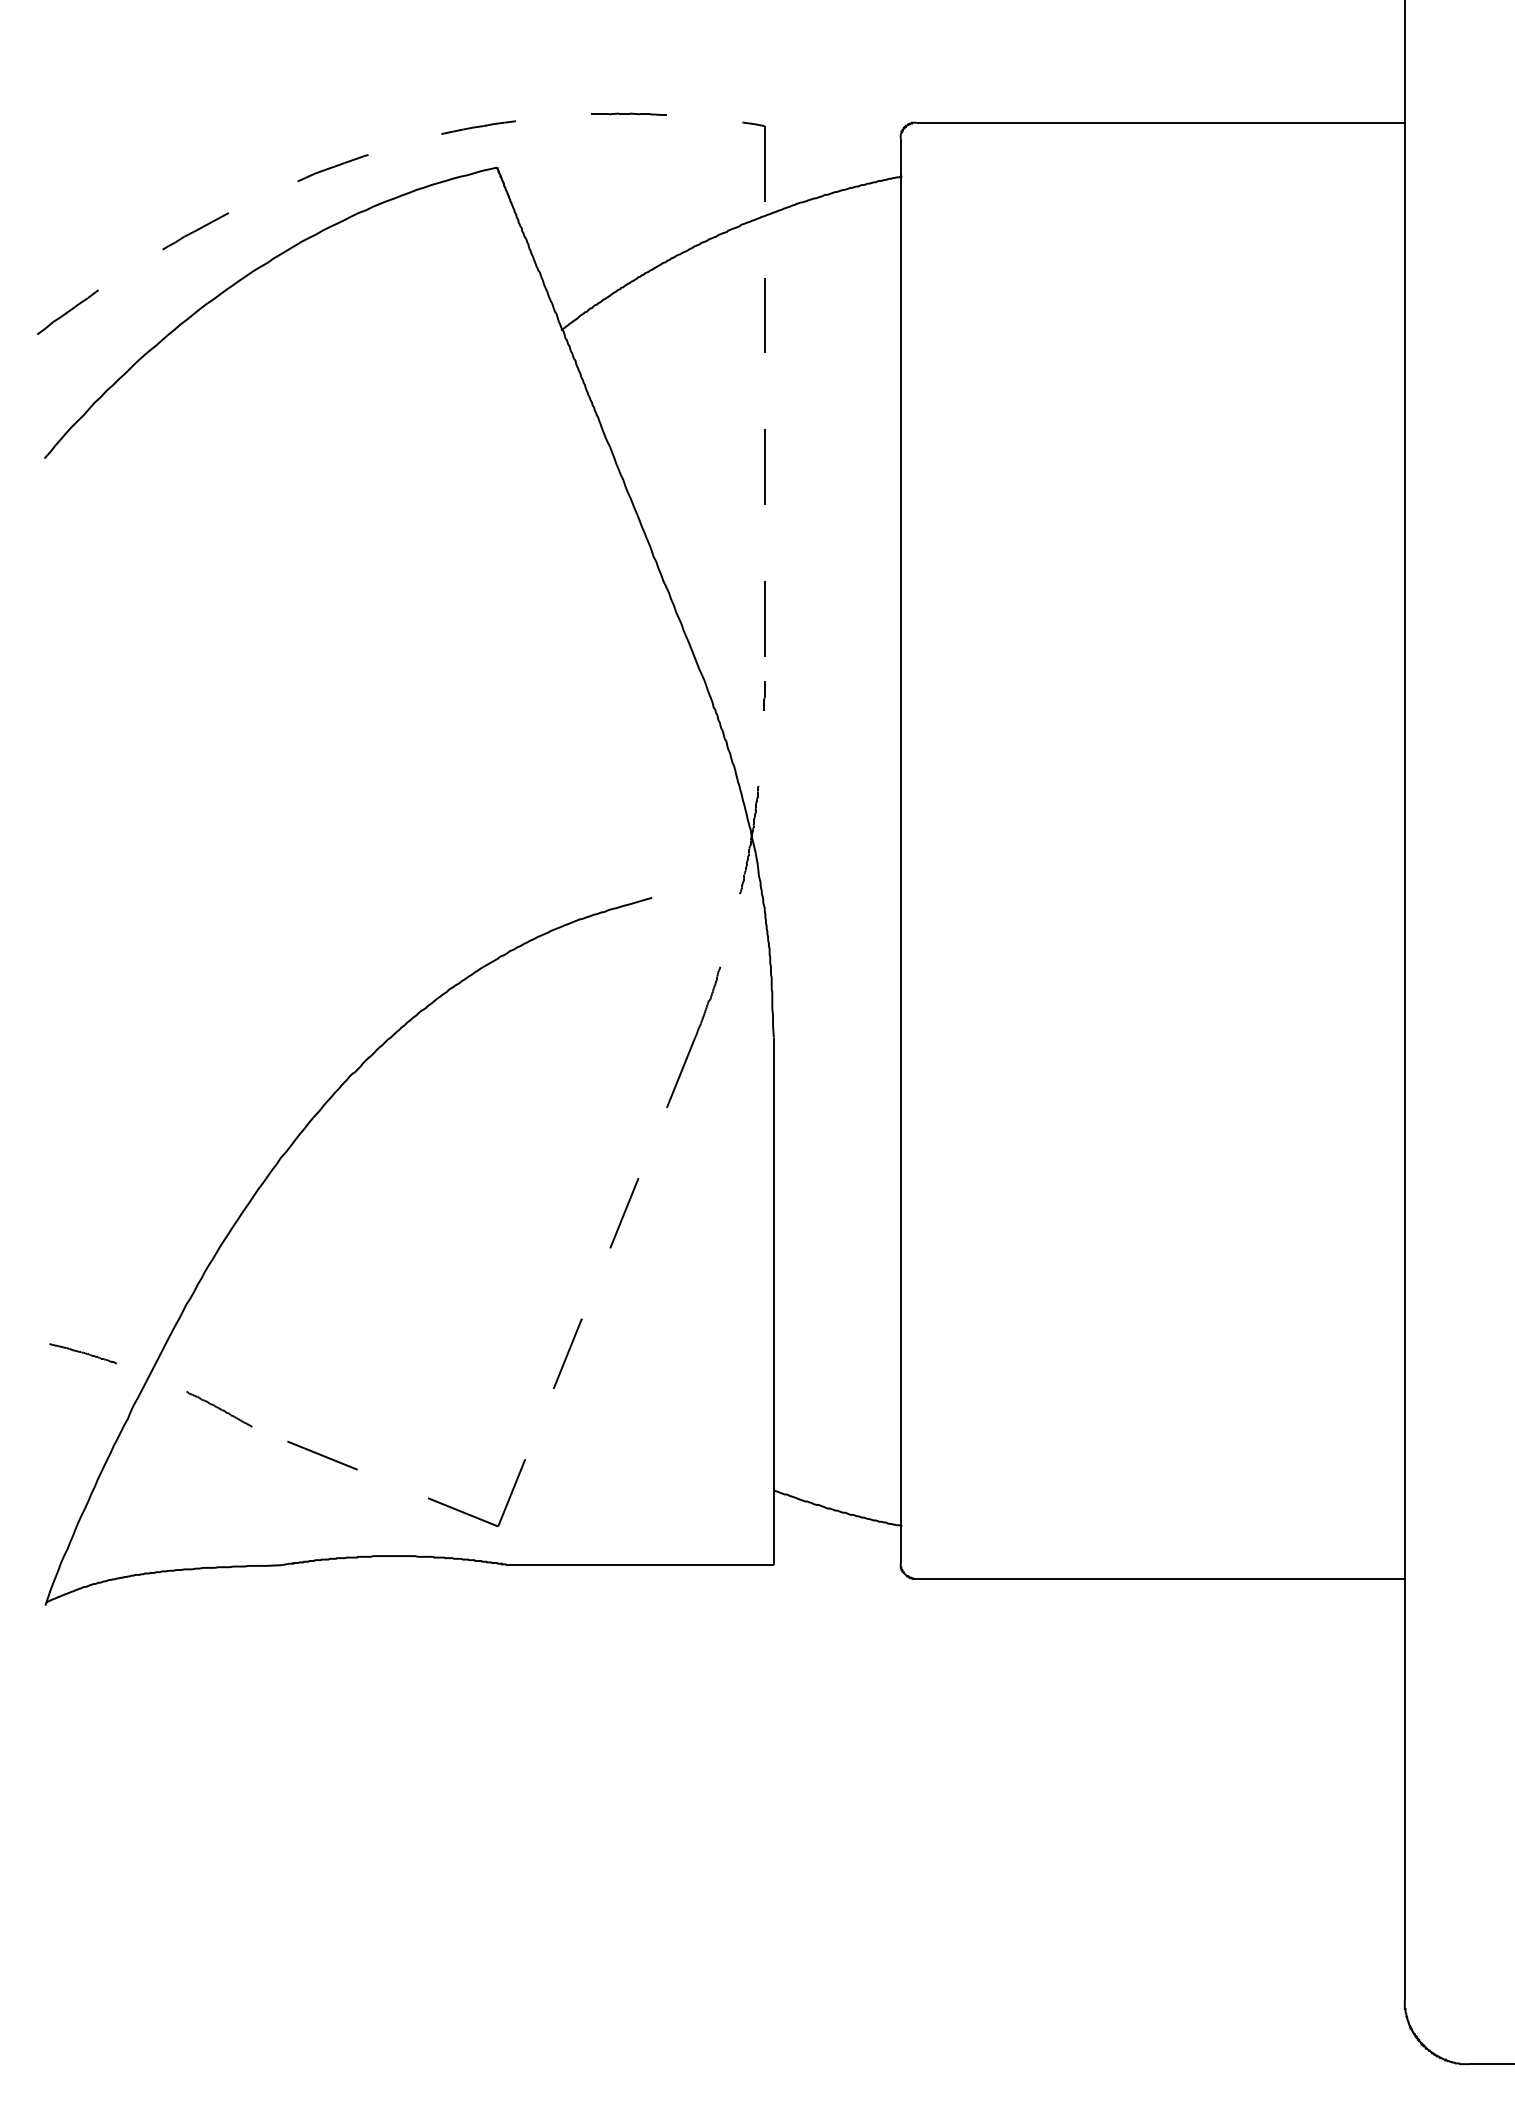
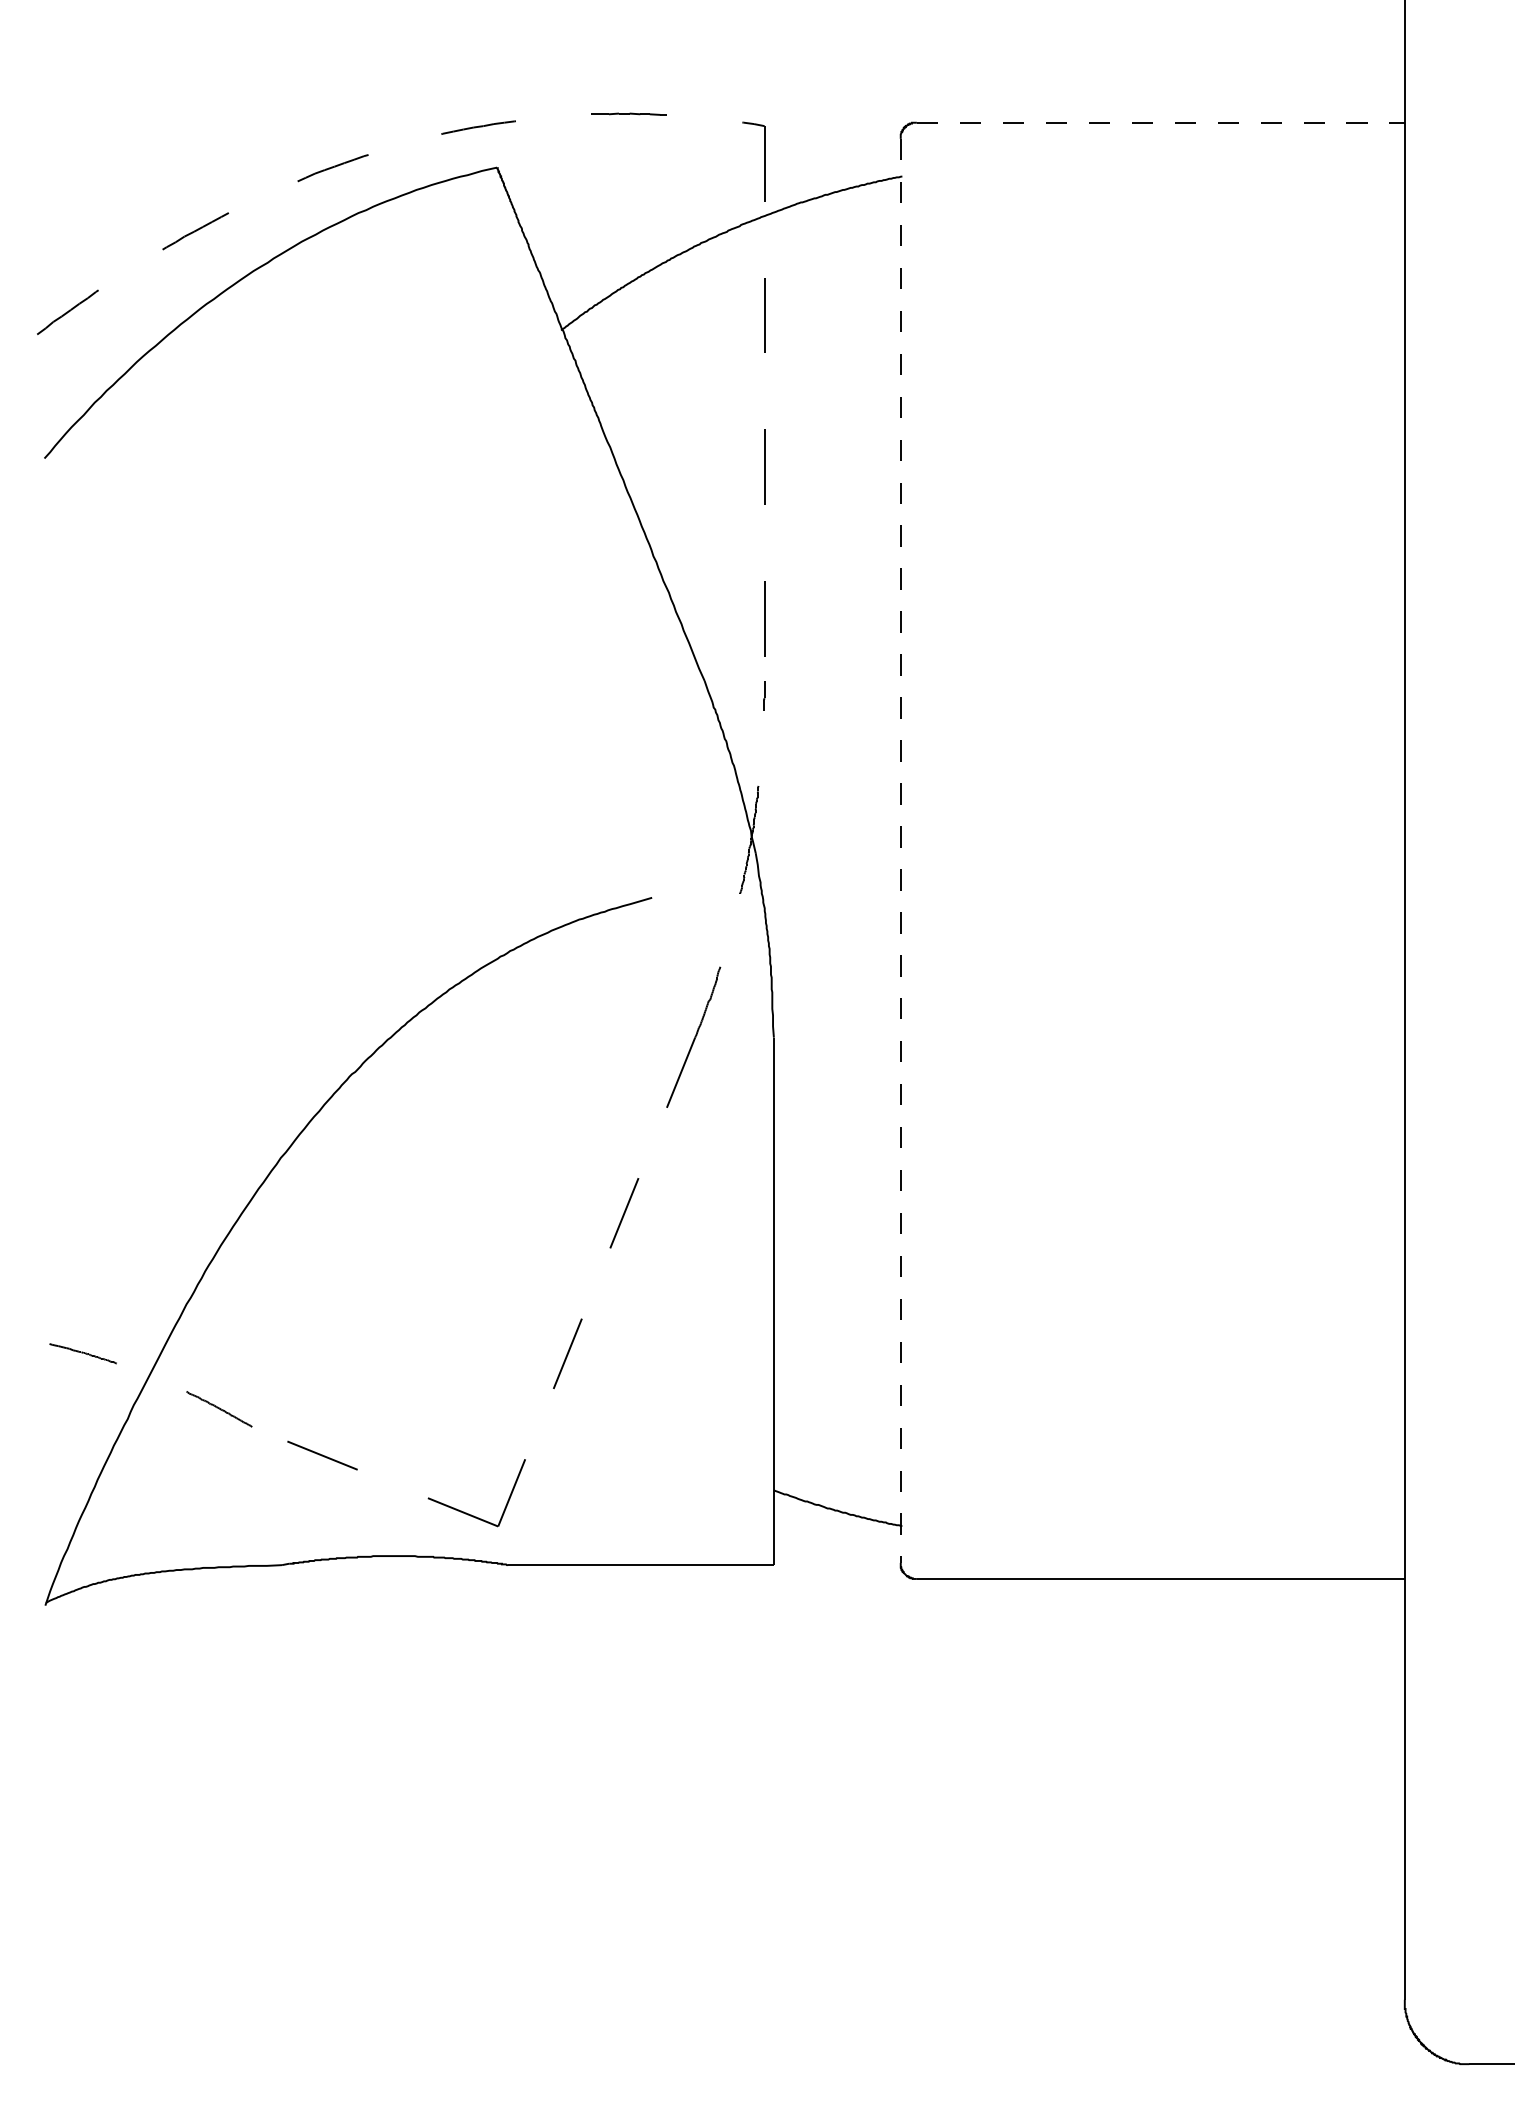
line at (1160, 122): solid -> dashed
line at (900, 851): solid -> dashed
